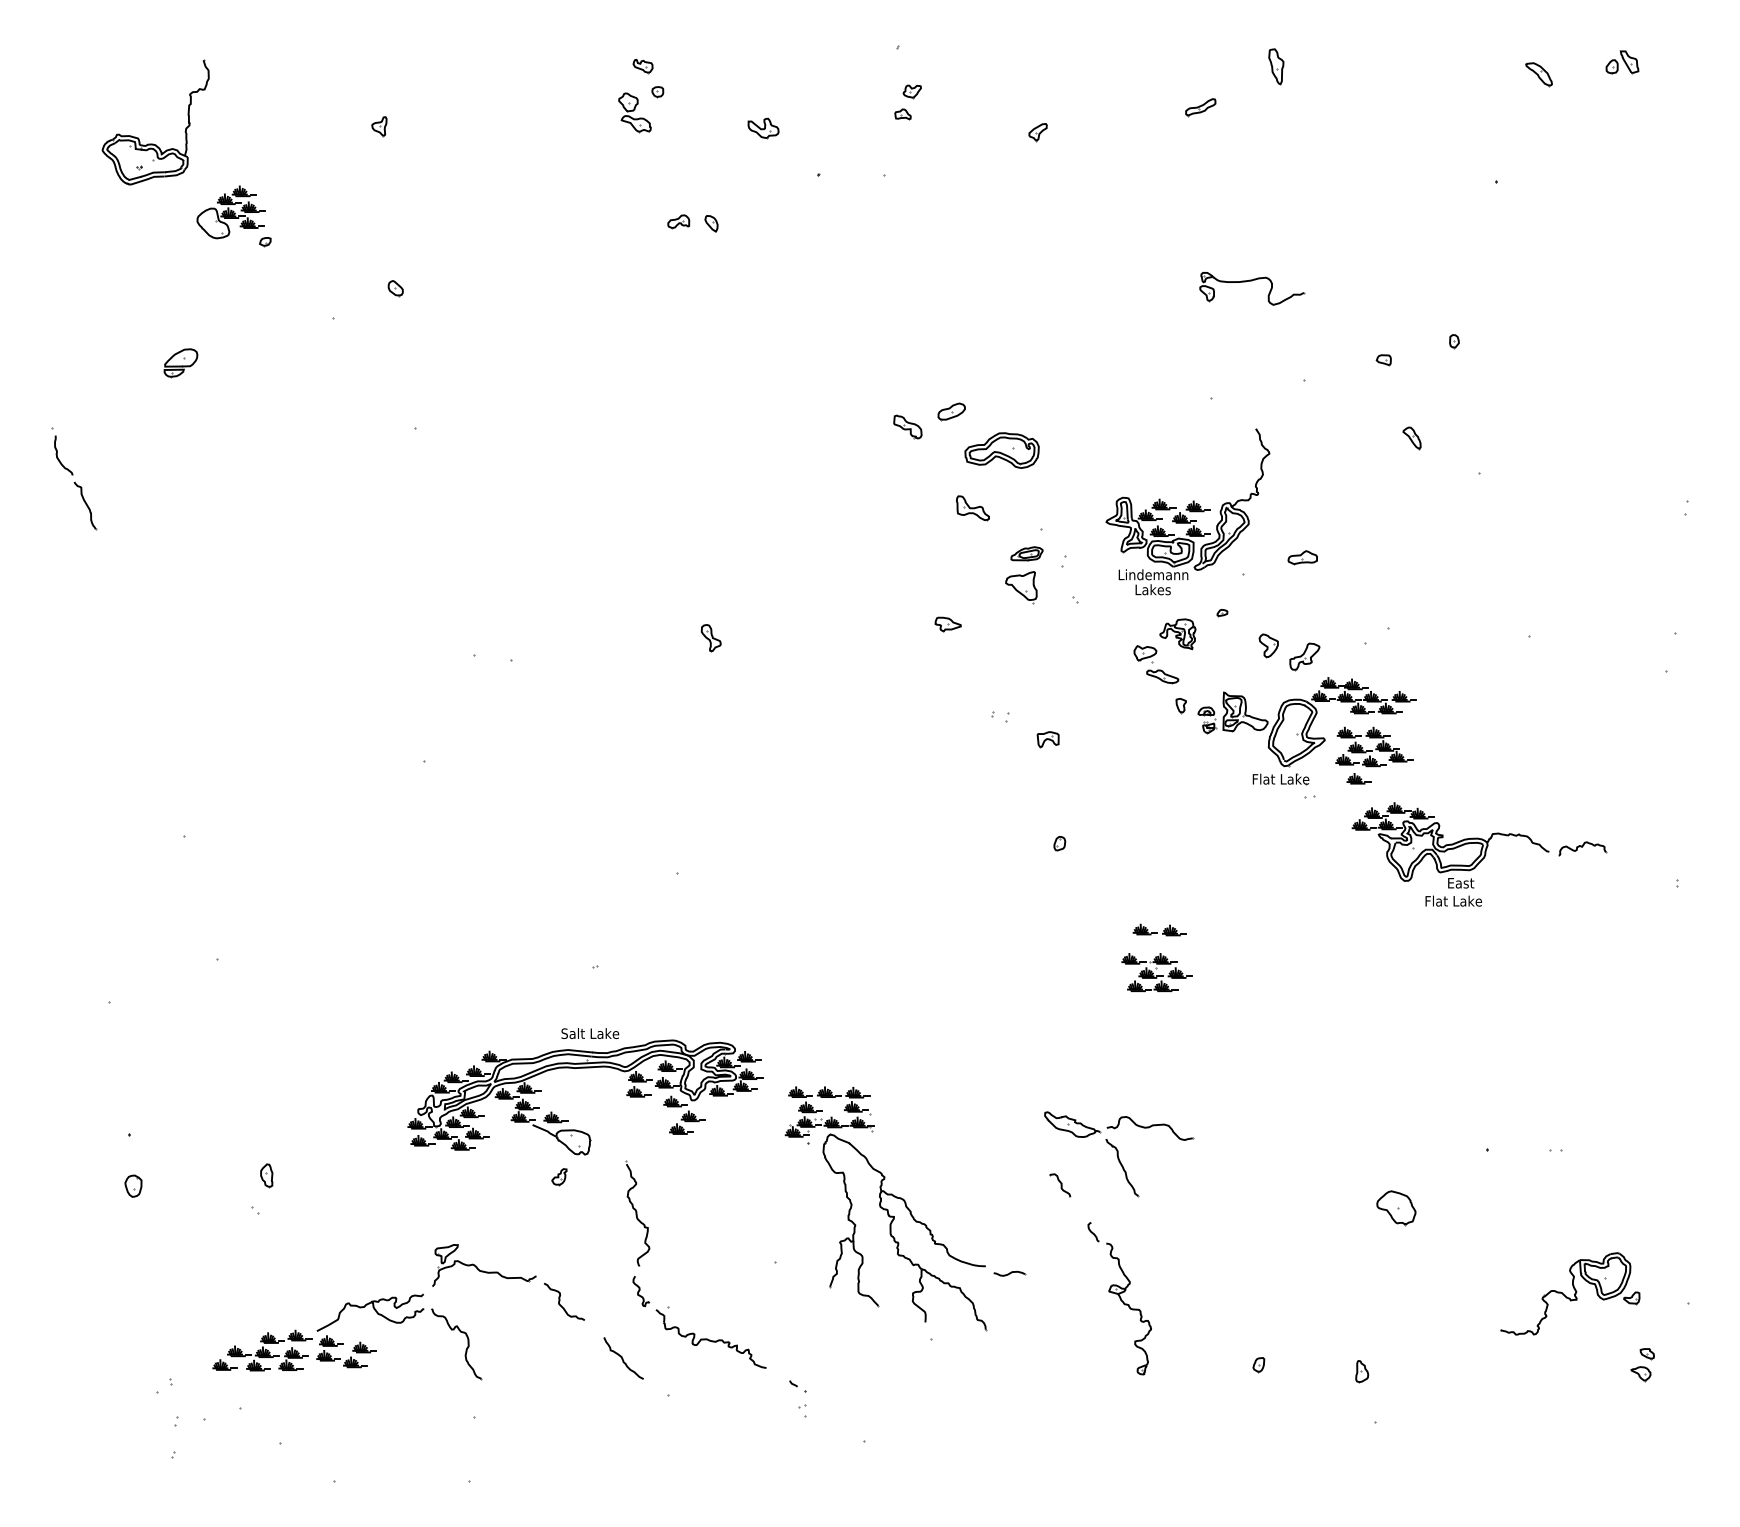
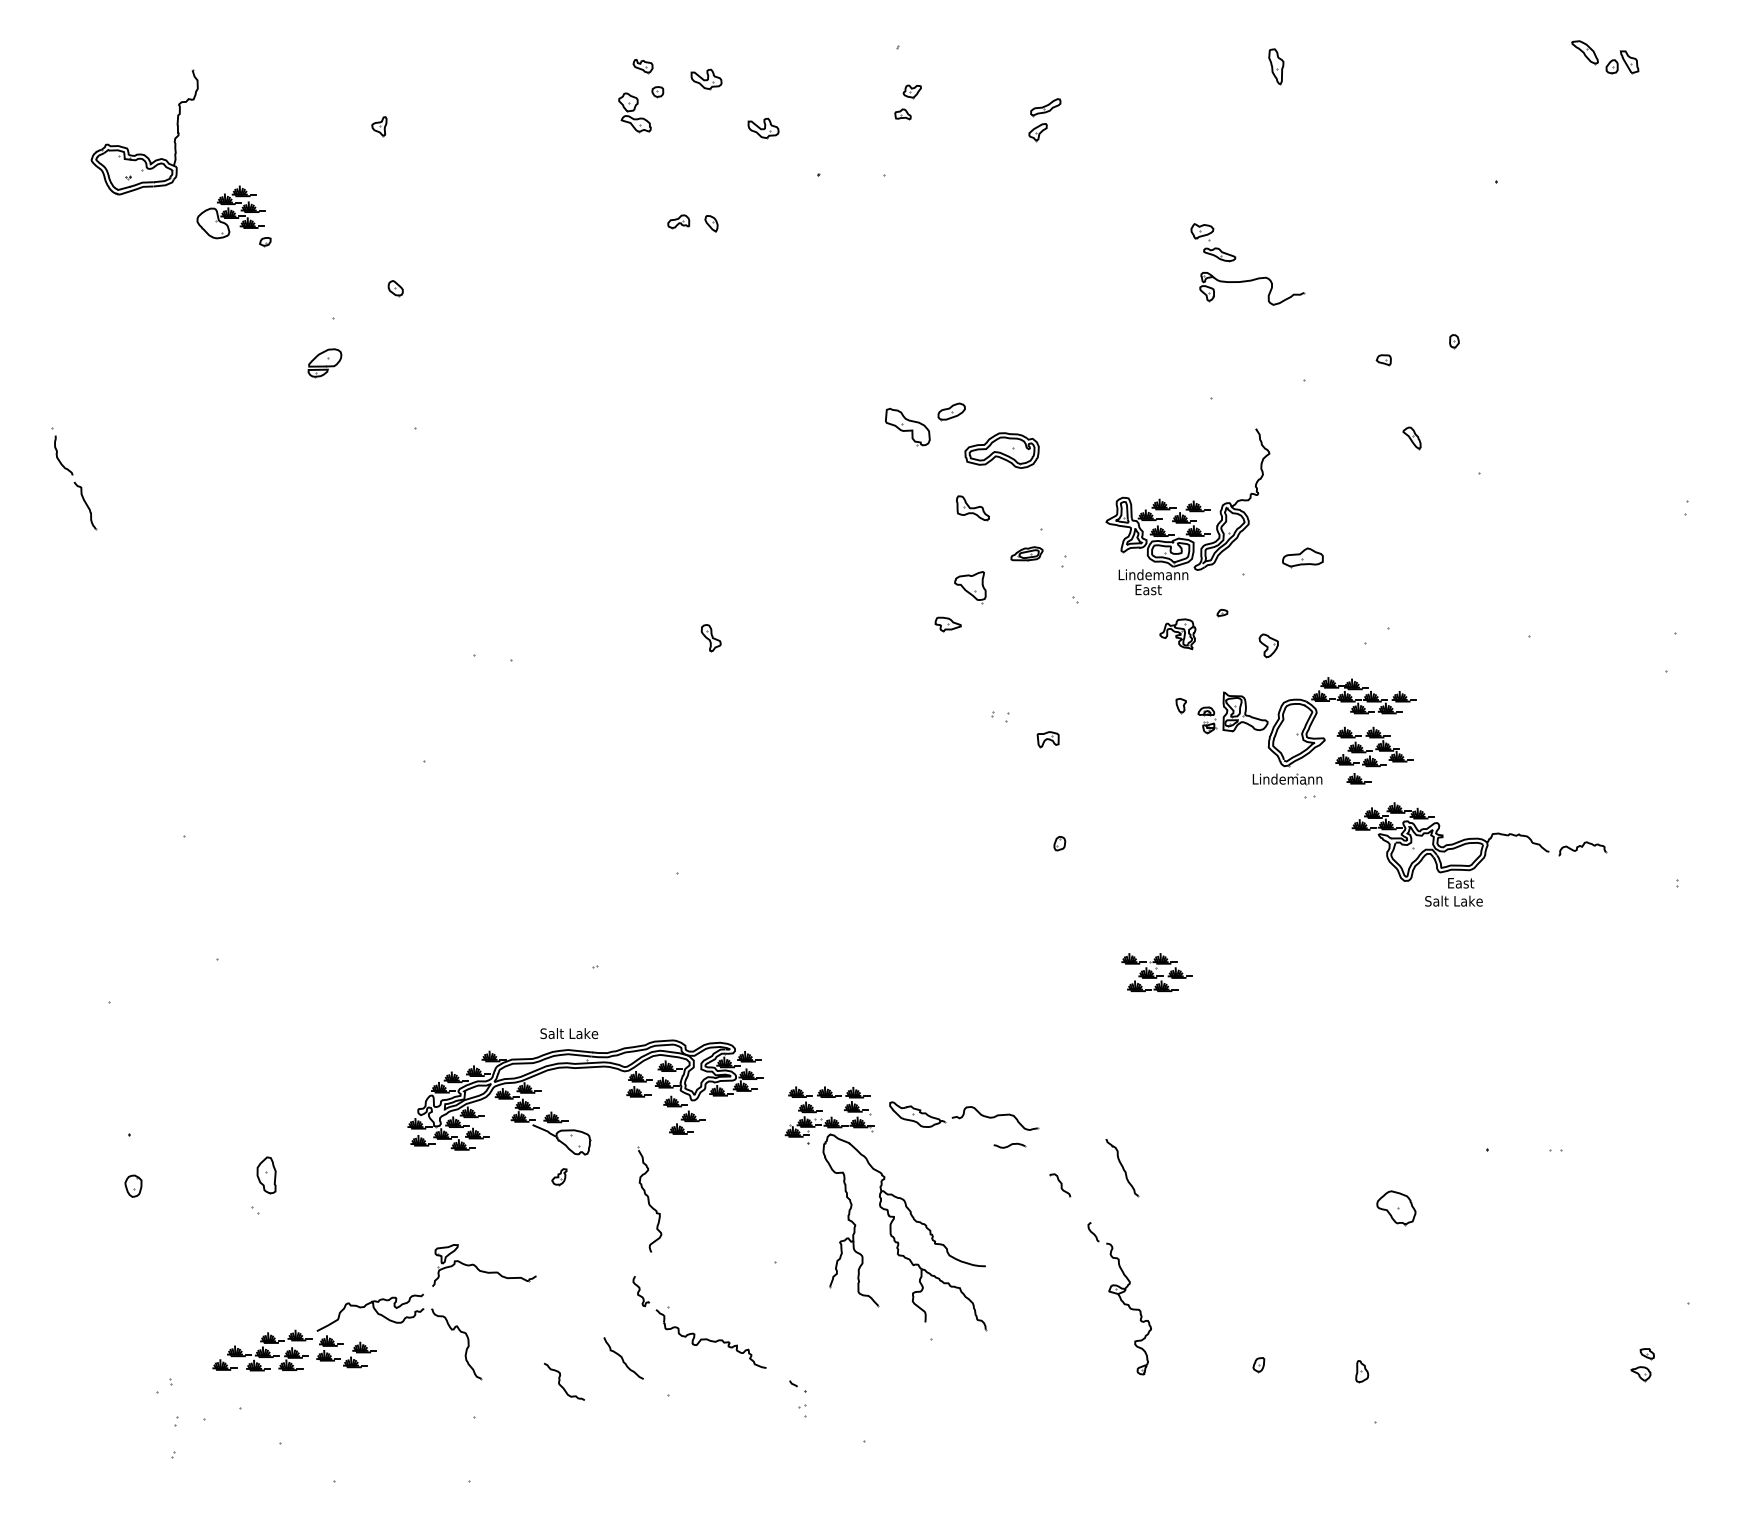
part at (1538, 74) position: (1538, 74) -> (1584, 52)
part at (706, 79): none -> present
part at (1200, 107) position: (1200, 107) -> (1045, 107)
part at (153, 143) position: (153, 143) -> (142, 153)
part at (180, 363) position: (180, 363) -> (324, 363)
part at (907, 426) size: 30x26 px -> 46x40 px
part at (1302, 557) size: 31x16 px -> 42x22 px
part at (1021, 587) position: (1021, 587) -> (970, 587)
text at (1153, 589): Lakes -> East
part at (1304, 656): present -> none
part at (1156, 664) position: (1156, 664) -> (1213, 242)
text at (1288, 778): Flat Lake -> Lindemann
text at (1453, 900): Flat Lake -> Salt Lake
part at (1159, 929): present -> none
text at (590, 1033) position: (590, 1033) -> (569, 1033)
part at (1119, 1125) position: (1119, 1125) -> (964, 1115)
part at (266, 1175) size: 14x26 px -> 21x39 px
part at (637, 1213) position: (637, 1213) -> (649, 1199)
part at (1009, 1273) position: (1009, 1273) -> (1009, 1145)
part at (1570, 1293): present -> none
curve at (560, 1301) position: (560, 1301) -> (560, 1381)
